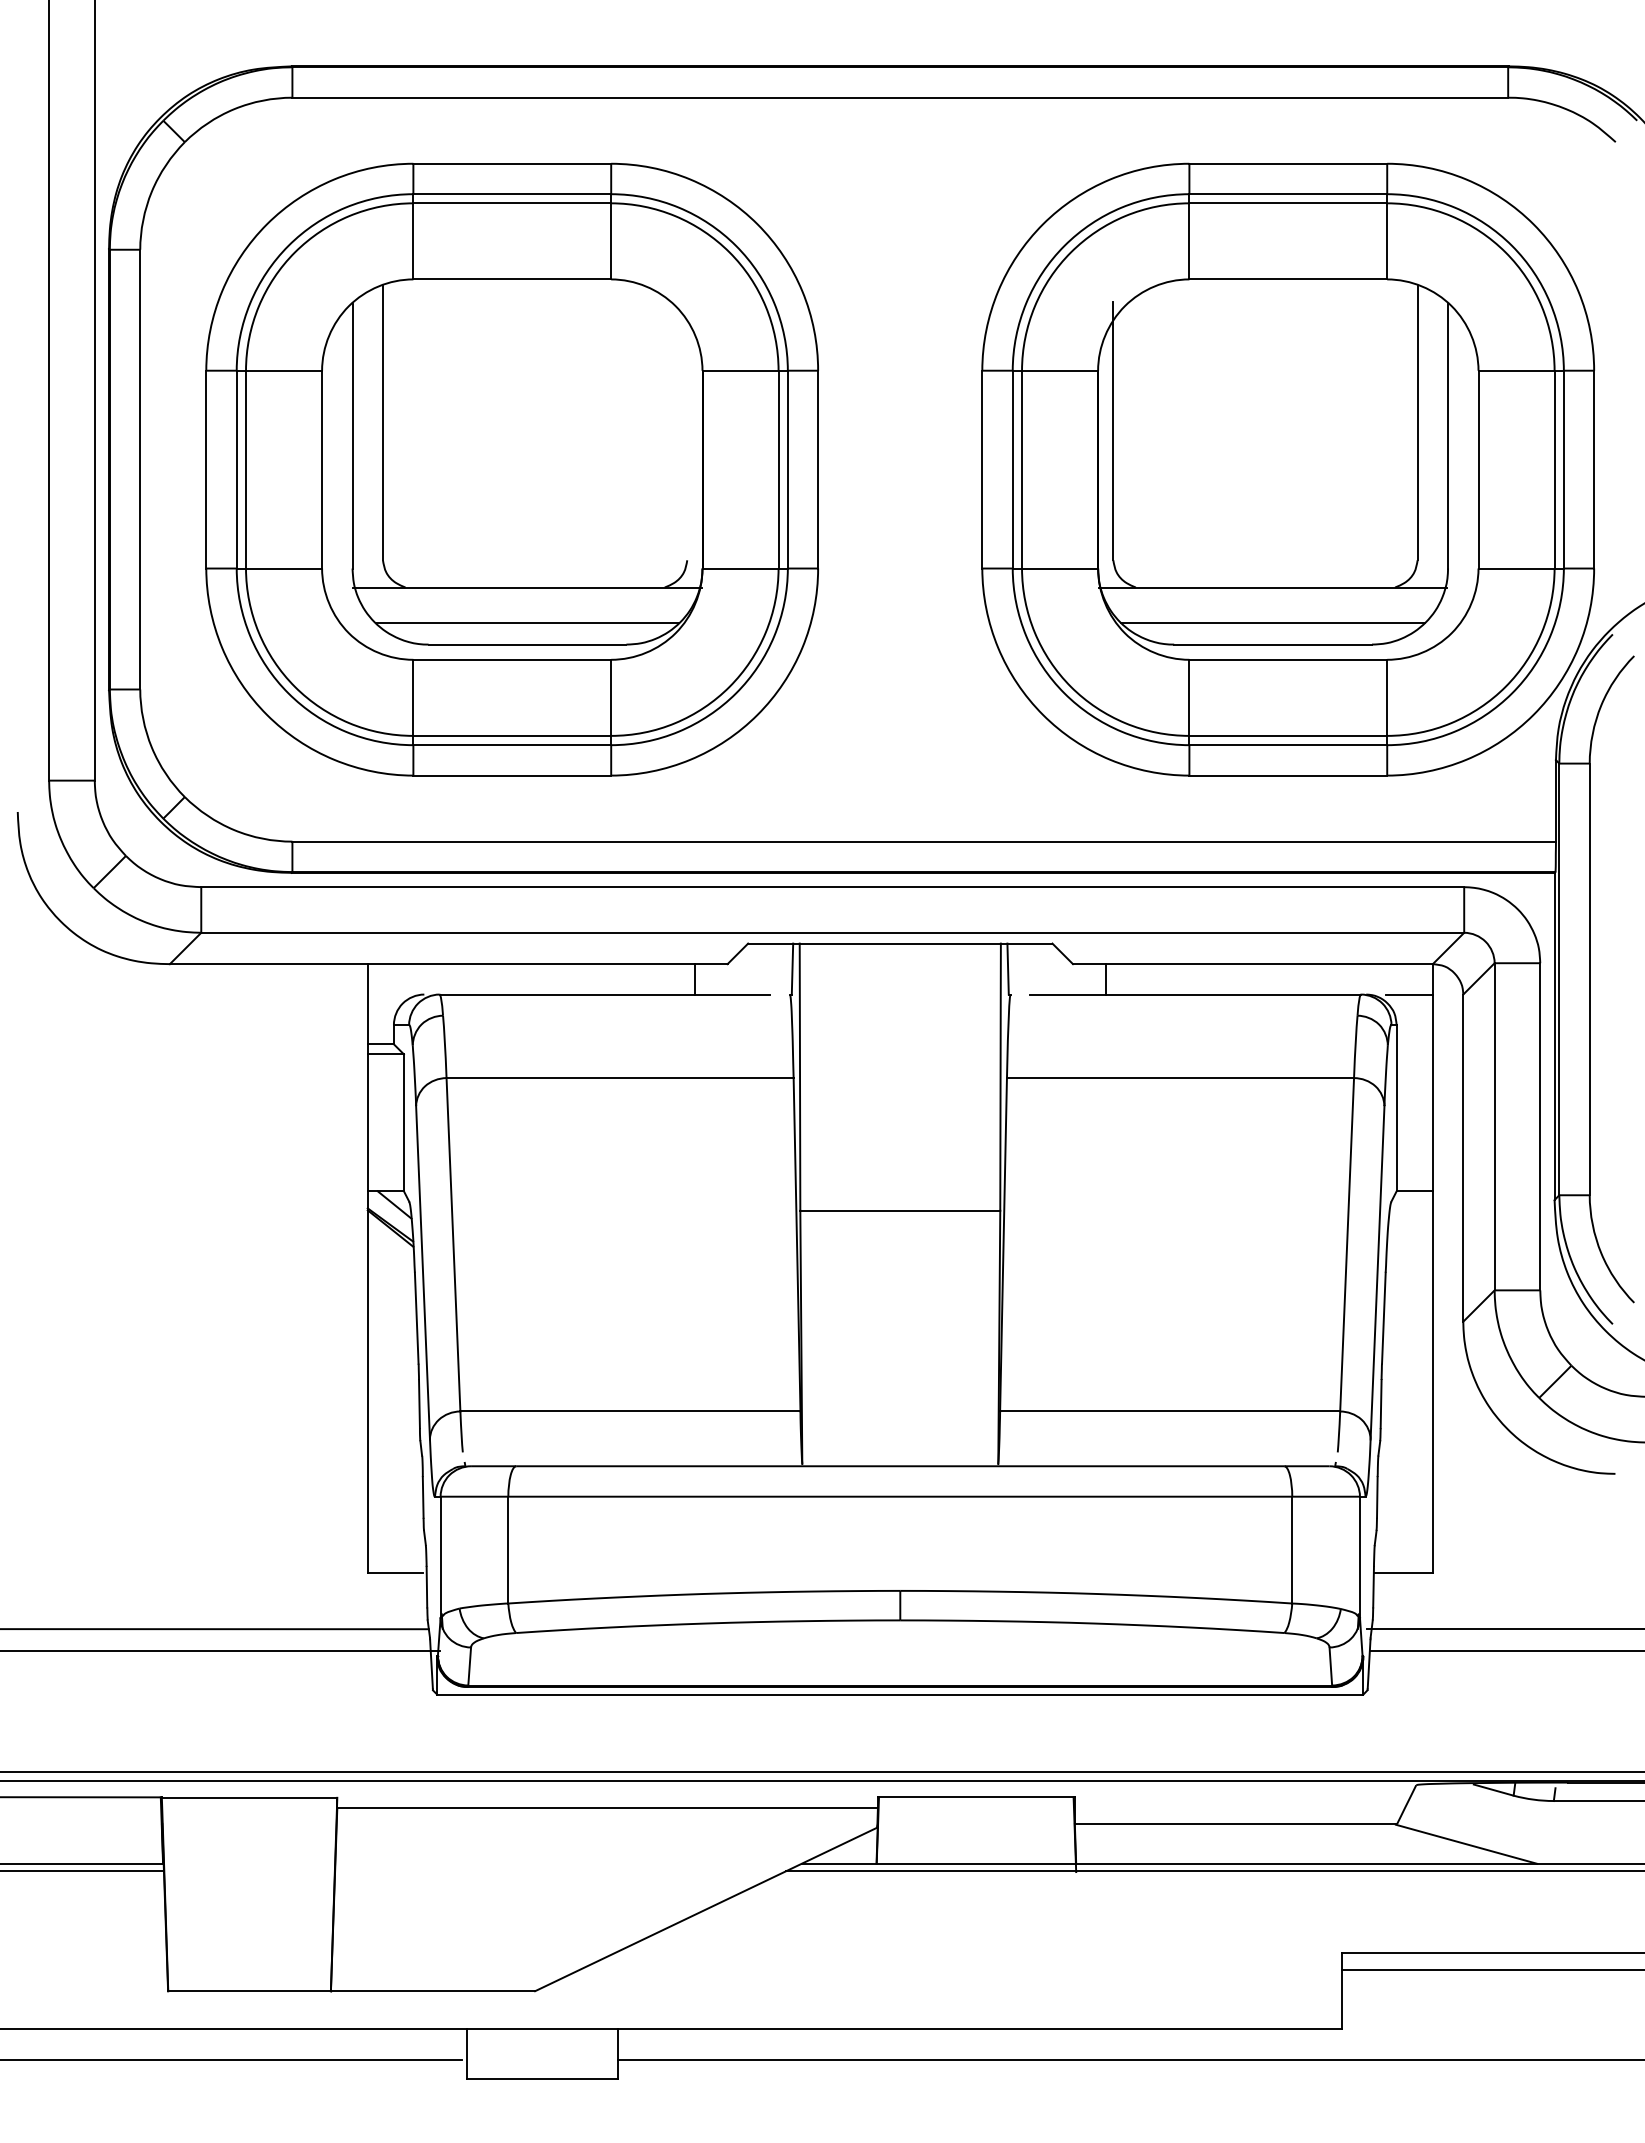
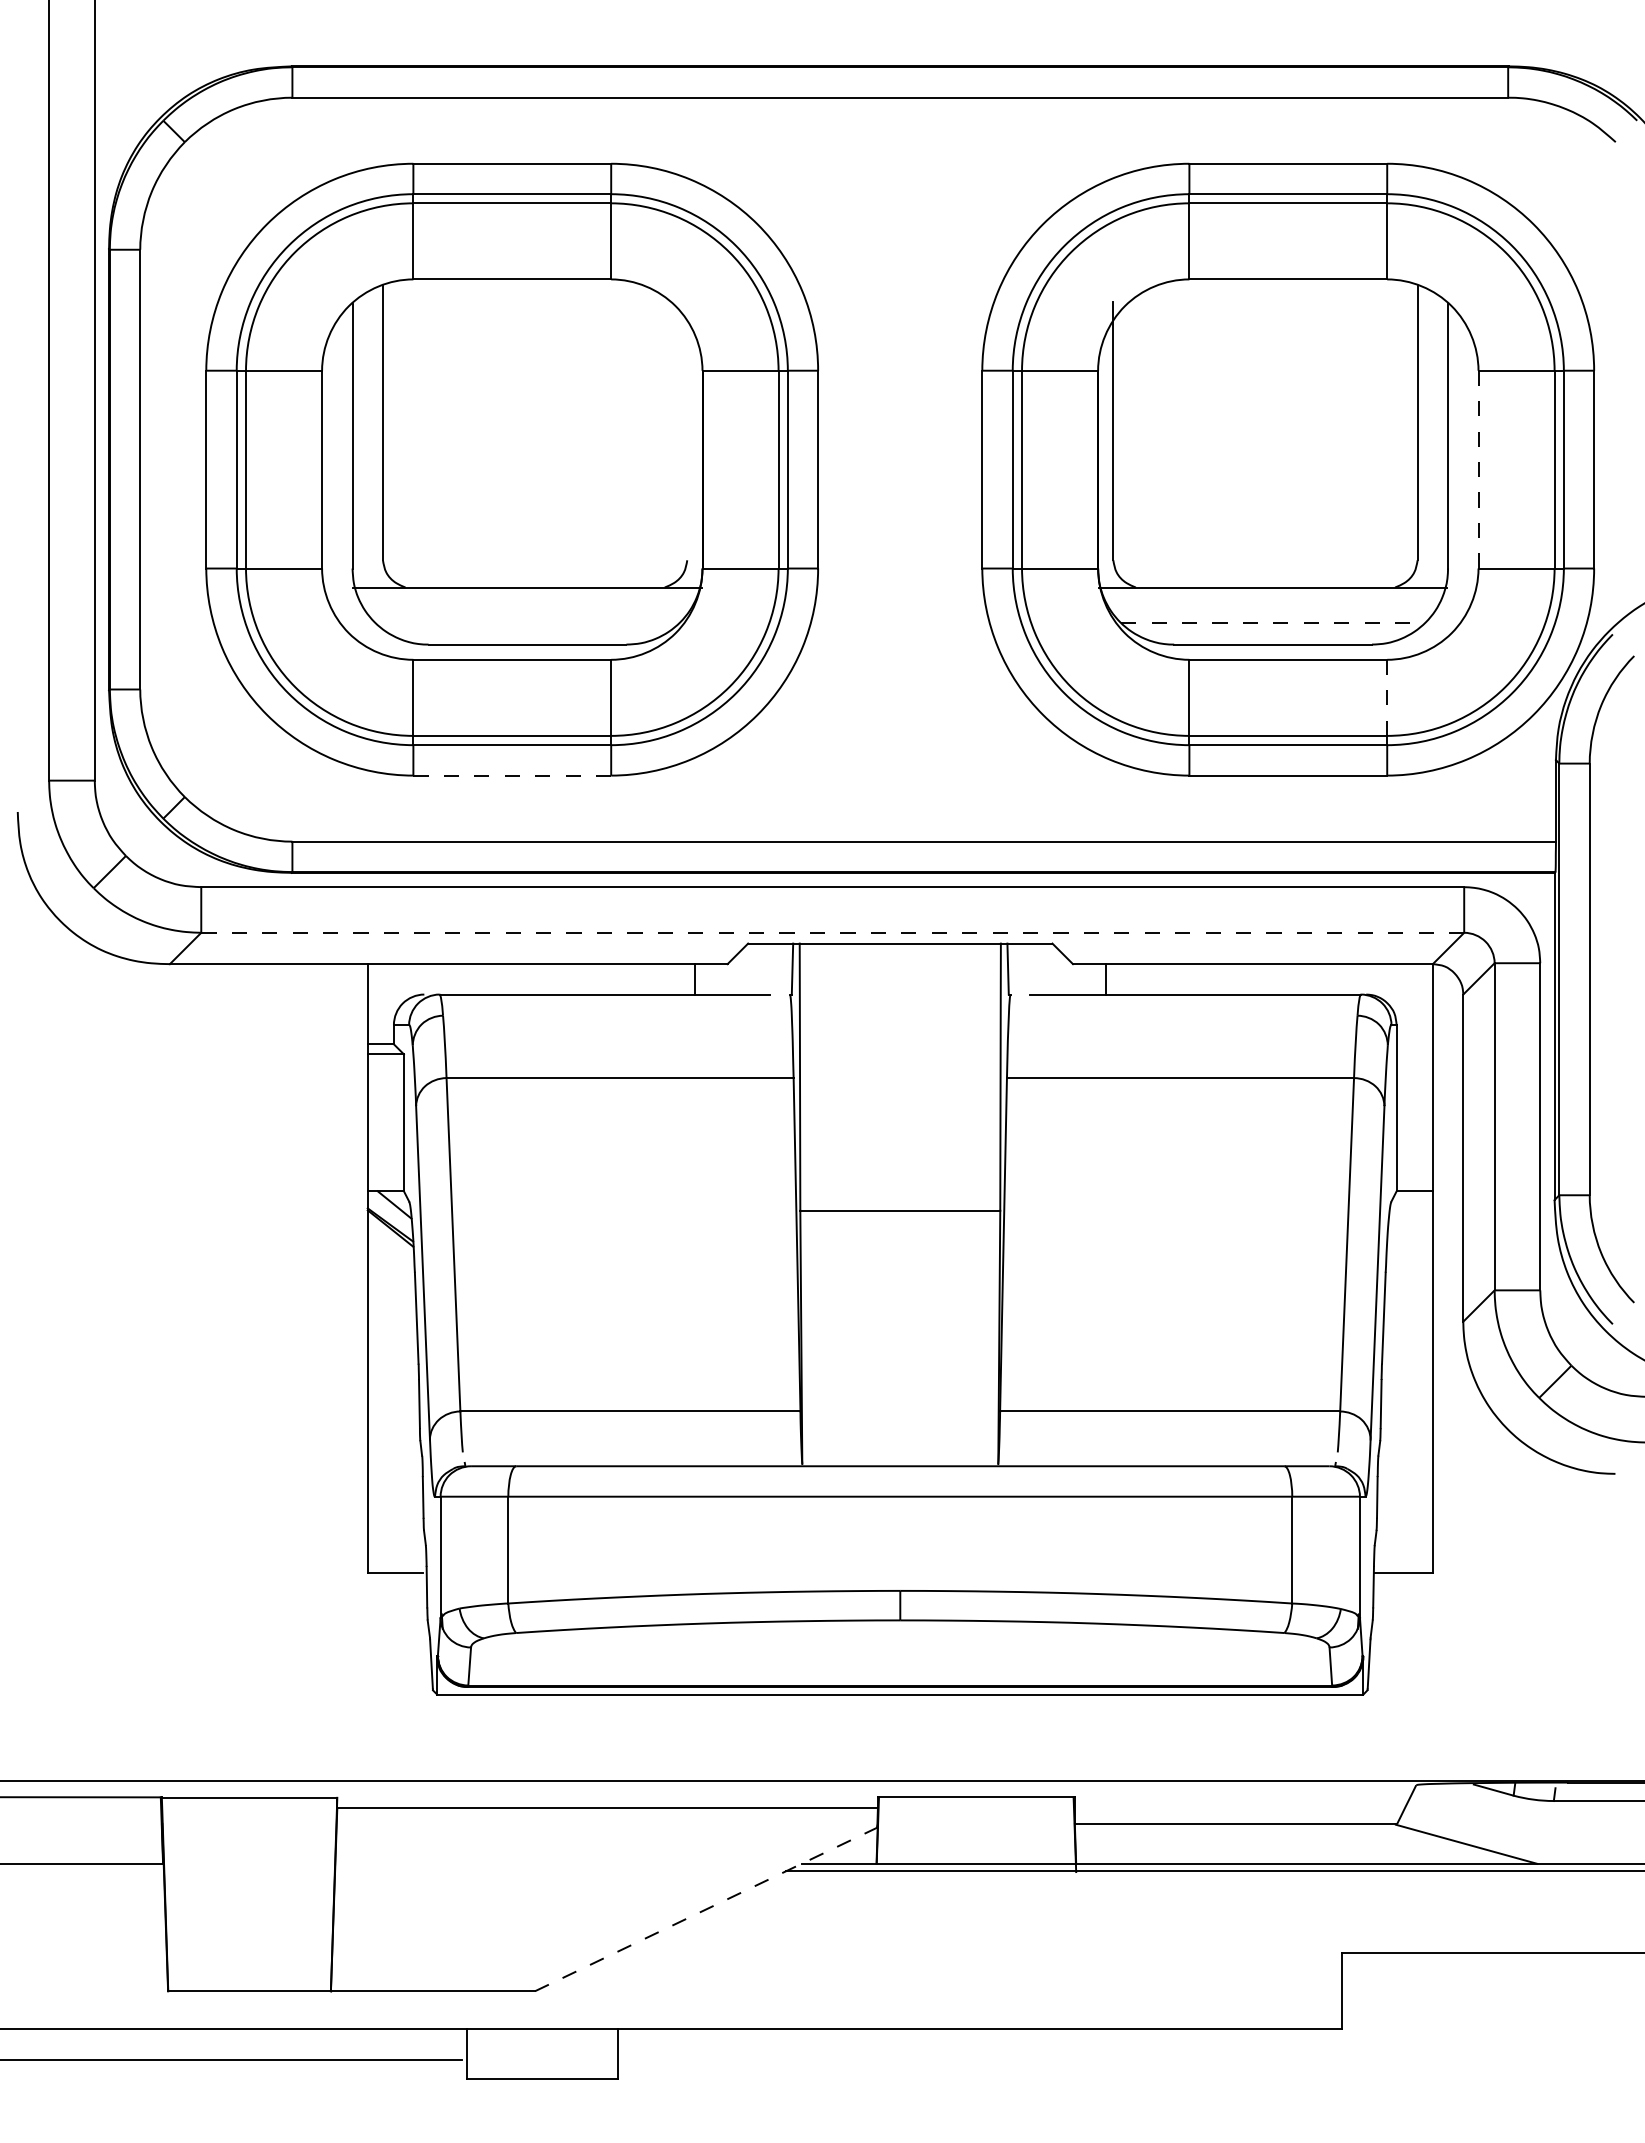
line at (1478, 469): solid -> dashed
line at (527, 623): present -> none
line at (1273, 623): solid -> dashed
line at (1387, 697): solid -> dashed
line at (512, 775): solid -> dashed
line at (833, 932): solid -> dashed
line at (1408, 994): present -> none
line at (215, 1629): present -> none
line at (1504, 1629): present -> none
line at (220, 1650): present -> none
line at (1505, 1650): present -> none
line at (821, 1772): present -> none
line at (82, 1871): present -> none
line at (706, 1909): solid -> dashed
line at (1491, 1970): present -> none
line at (1129, 2059): present -> none
